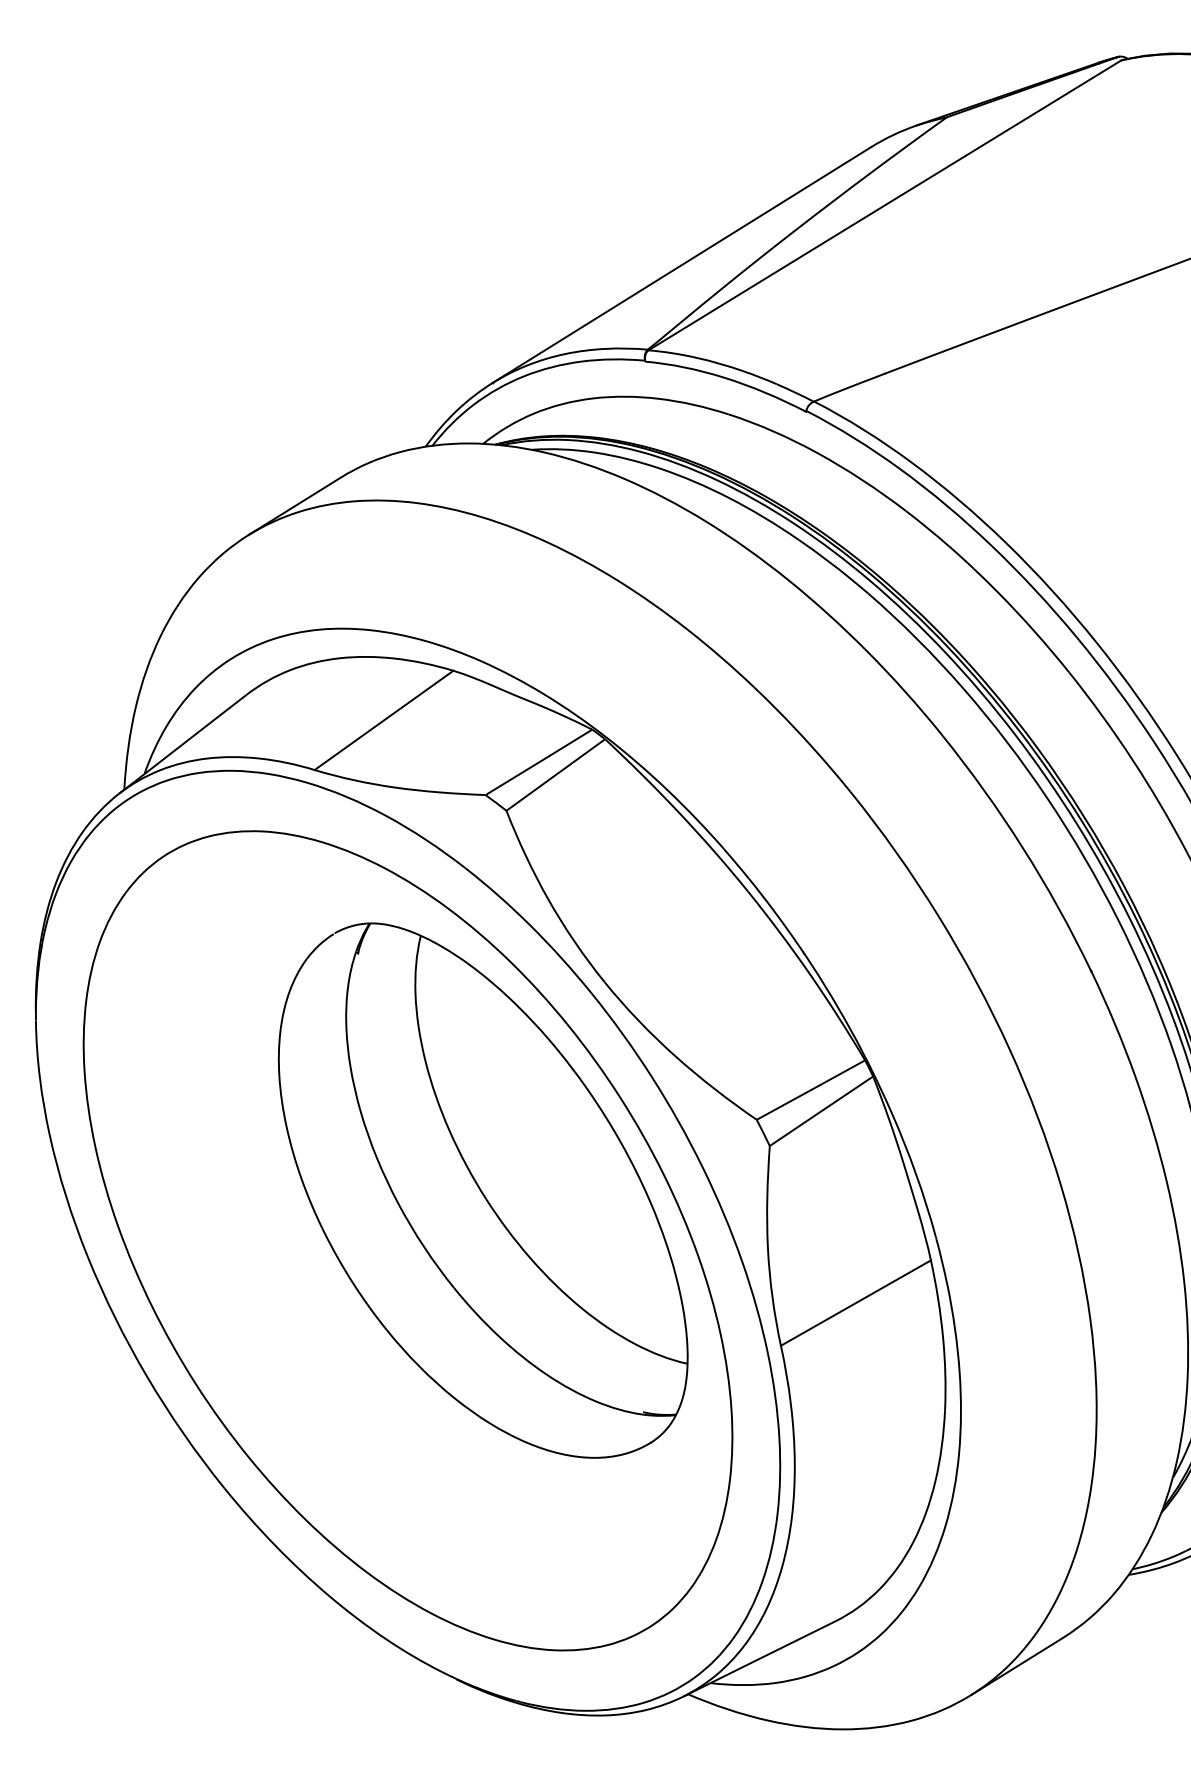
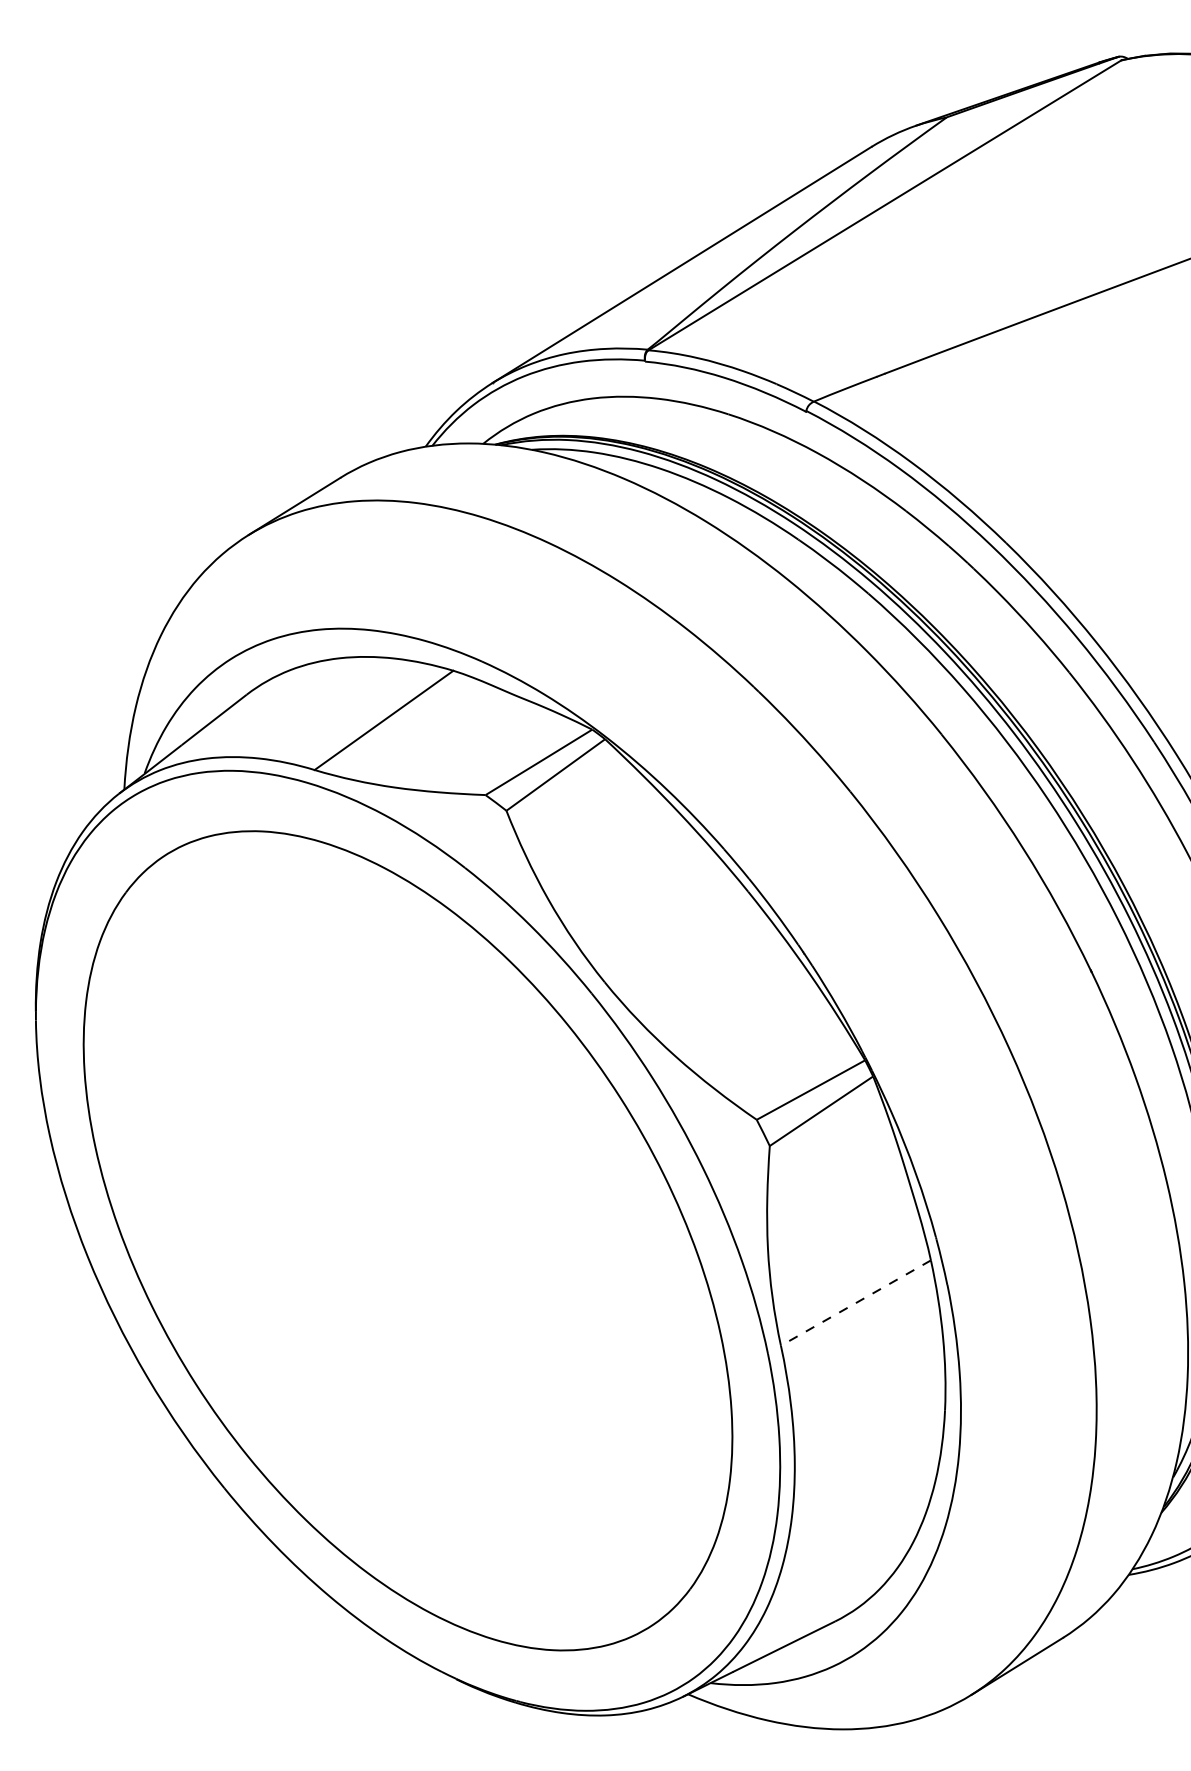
part at (483, 1190): present -> none
line at (855, 1303): solid -> dashed
